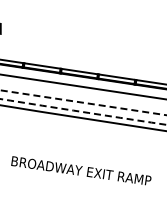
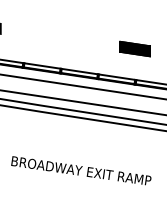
part at (134, 48): none -> present
line at (83, 102): dashed -> solid
arc at (83, 112): dashed -> solid
